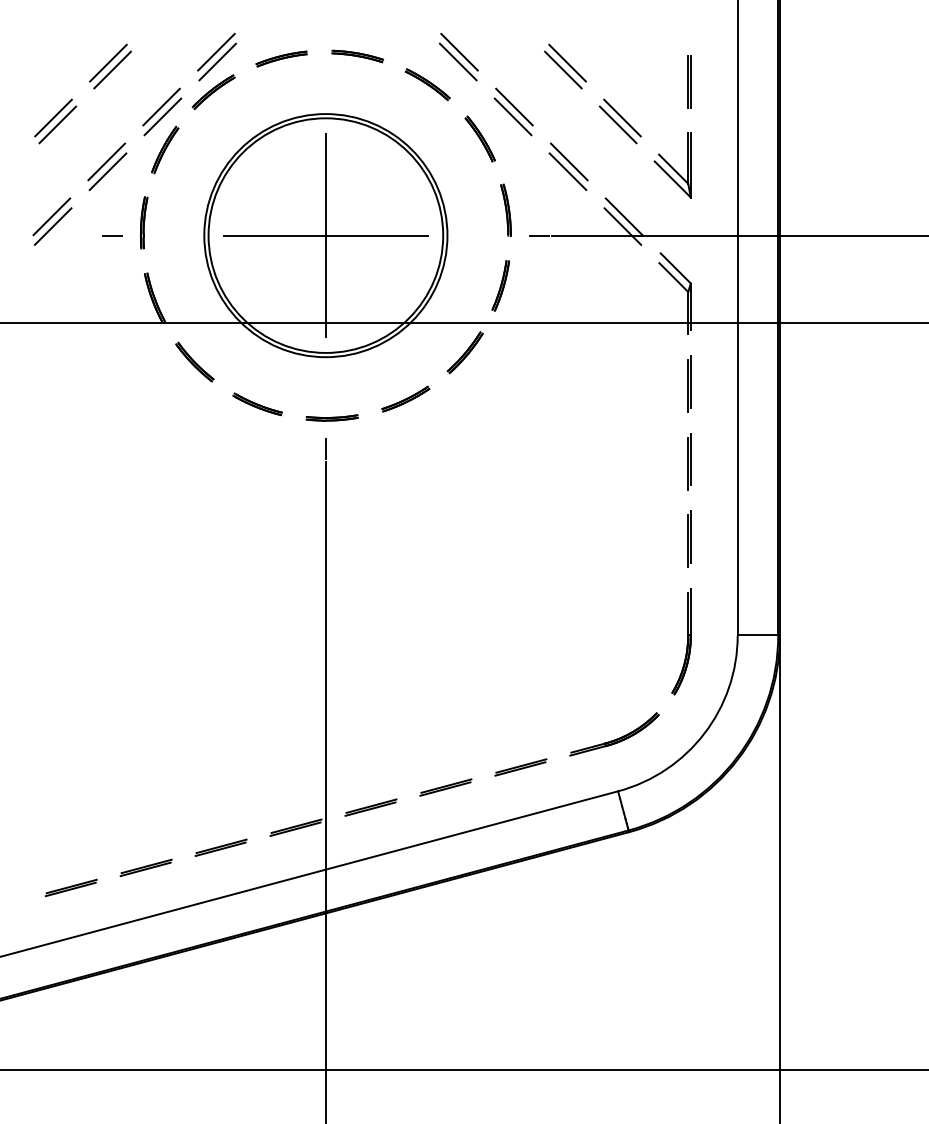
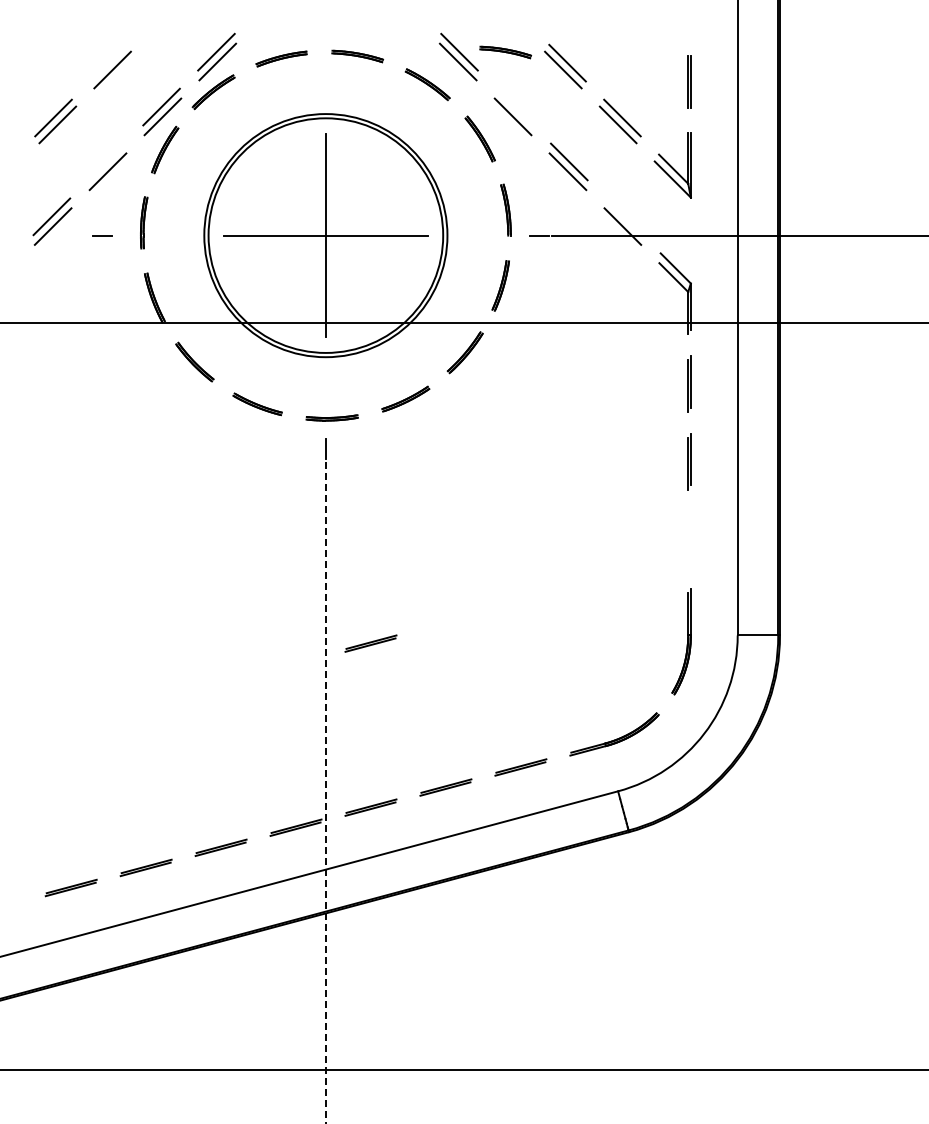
part at (505, 52): none -> present
line at (108, 62): present -> none
line at (514, 106): present -> none
line at (106, 161): present -> none
line at (623, 216): present -> none
line at (112, 235) position: (112, 235) -> (102, 235)
part at (689, 538): present -> none
part at (370, 643): none -> present
line at (325, 792): solid -> dashed
line at (780, 879): present -> none
